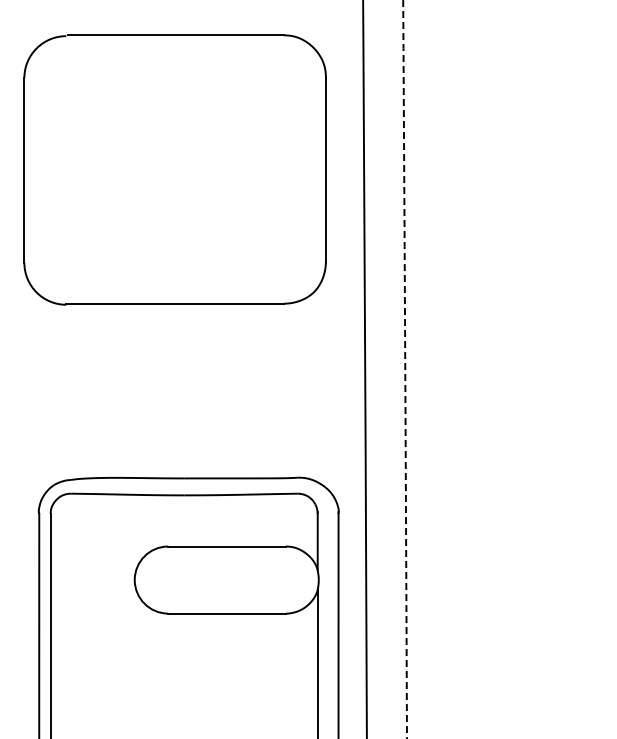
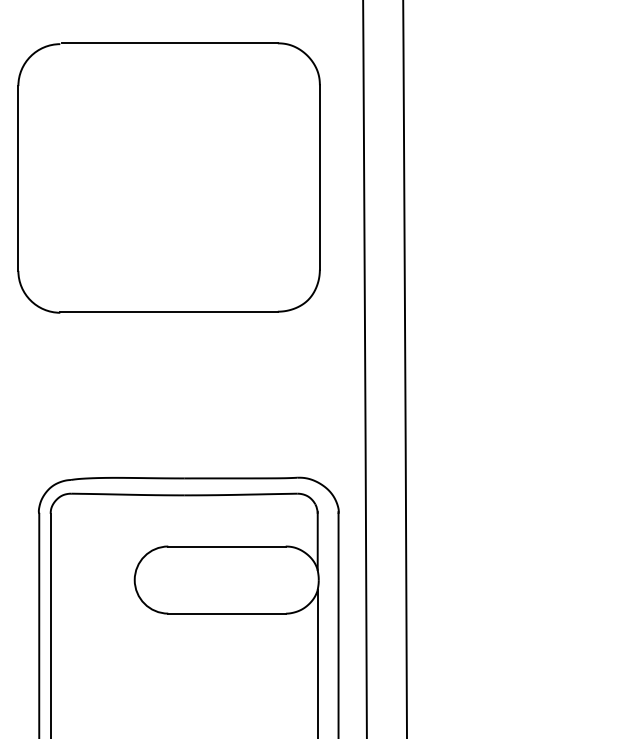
part at (174, 169) position: (174, 169) -> (168, 177)
arc at (405, 368): dashed -> solid
